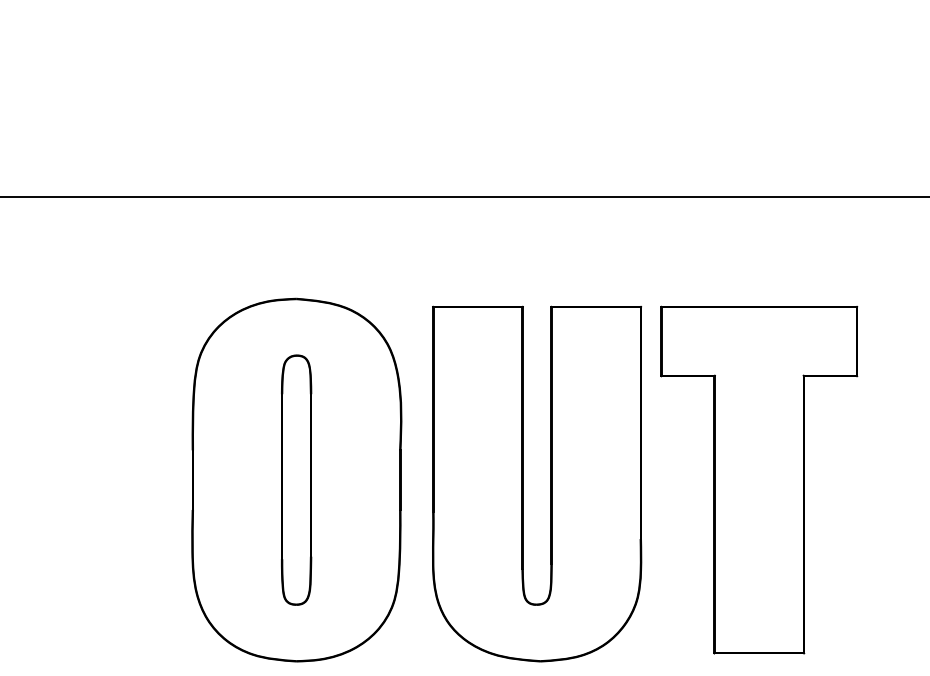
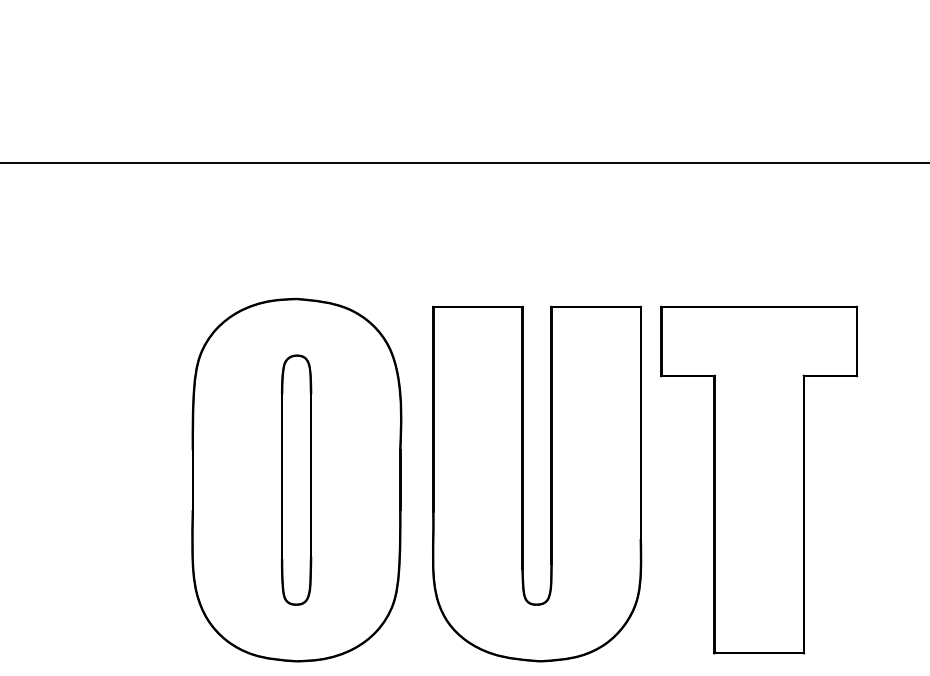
line at (464, 196) position: (464, 196) -> (464, 162)
